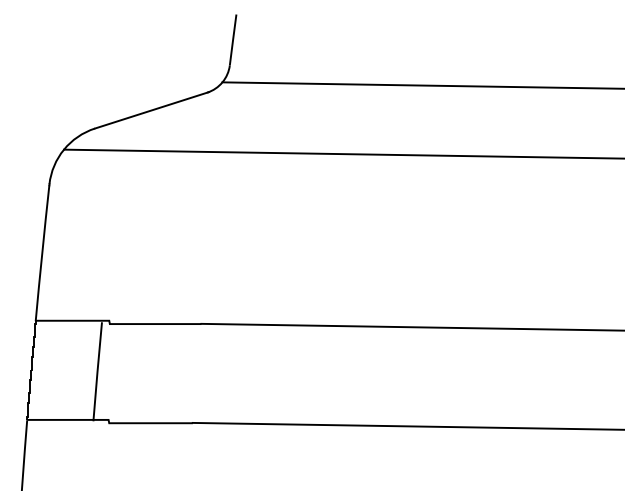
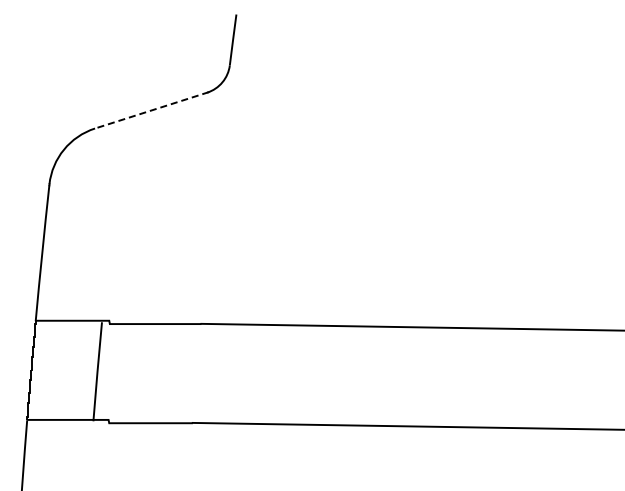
line at (421, 85): present -> none
line at (152, 110): solid -> dashed
line at (342, 153): present -> none
